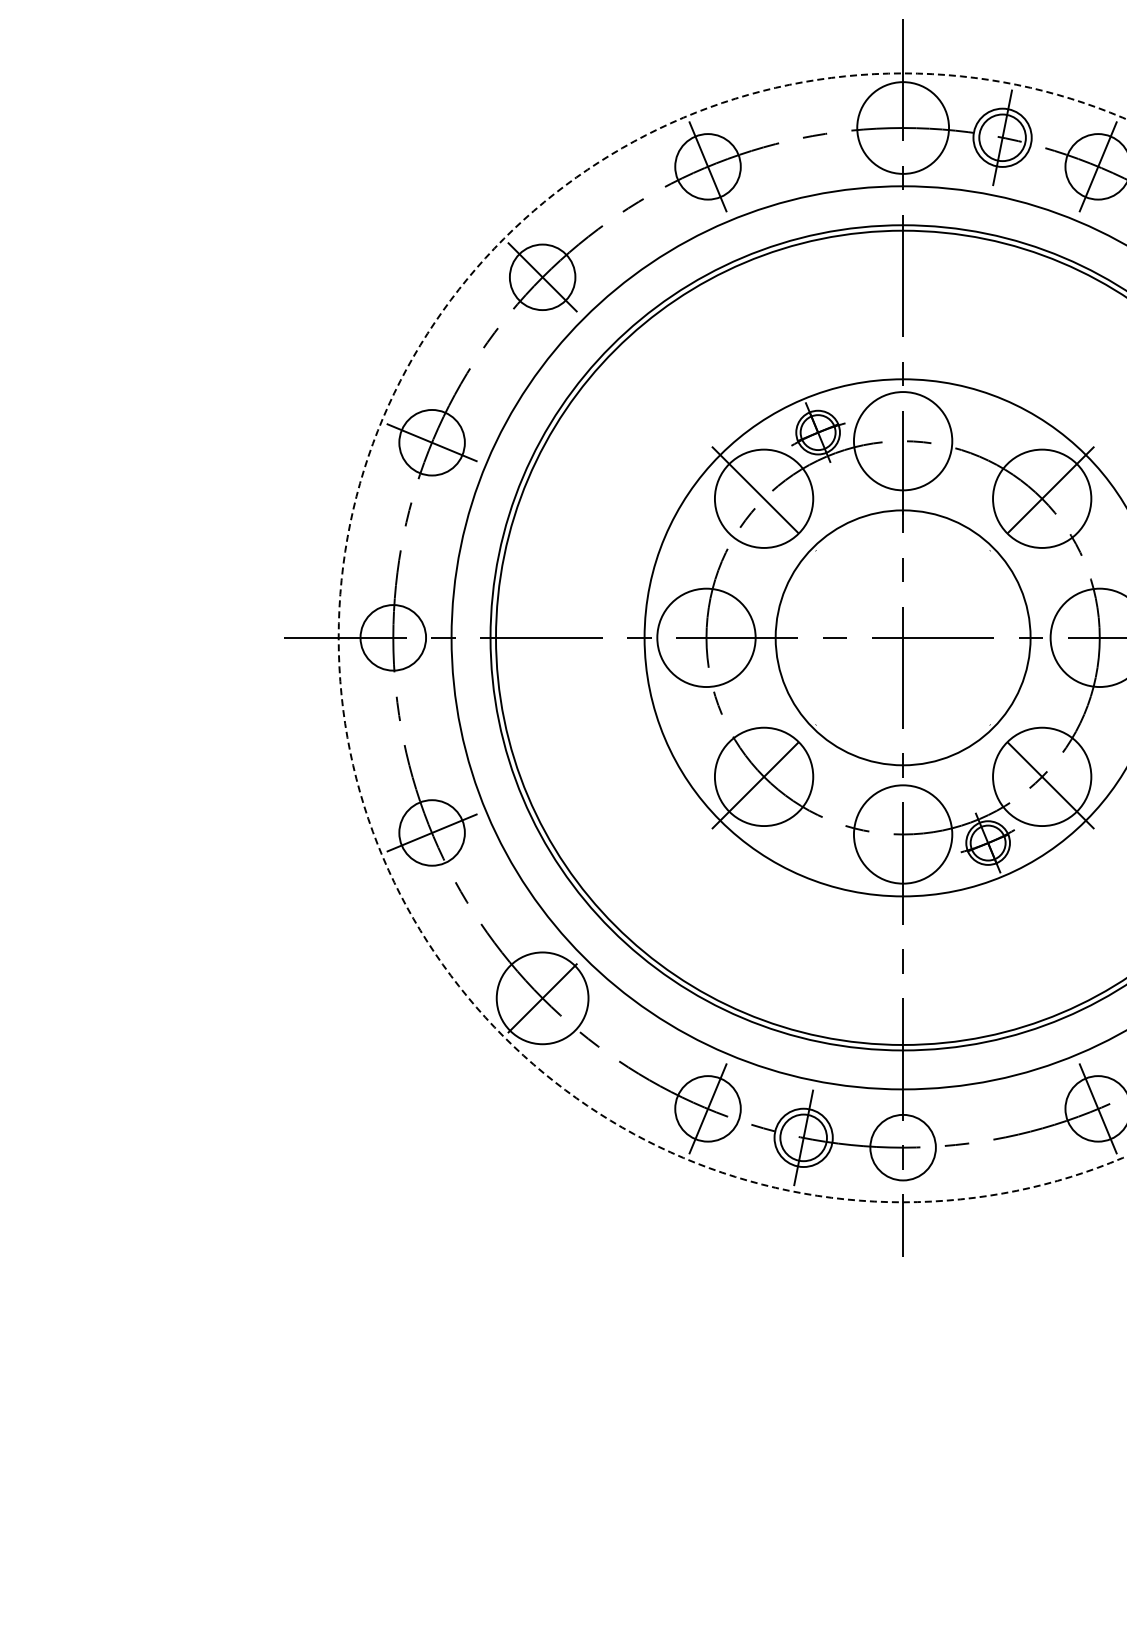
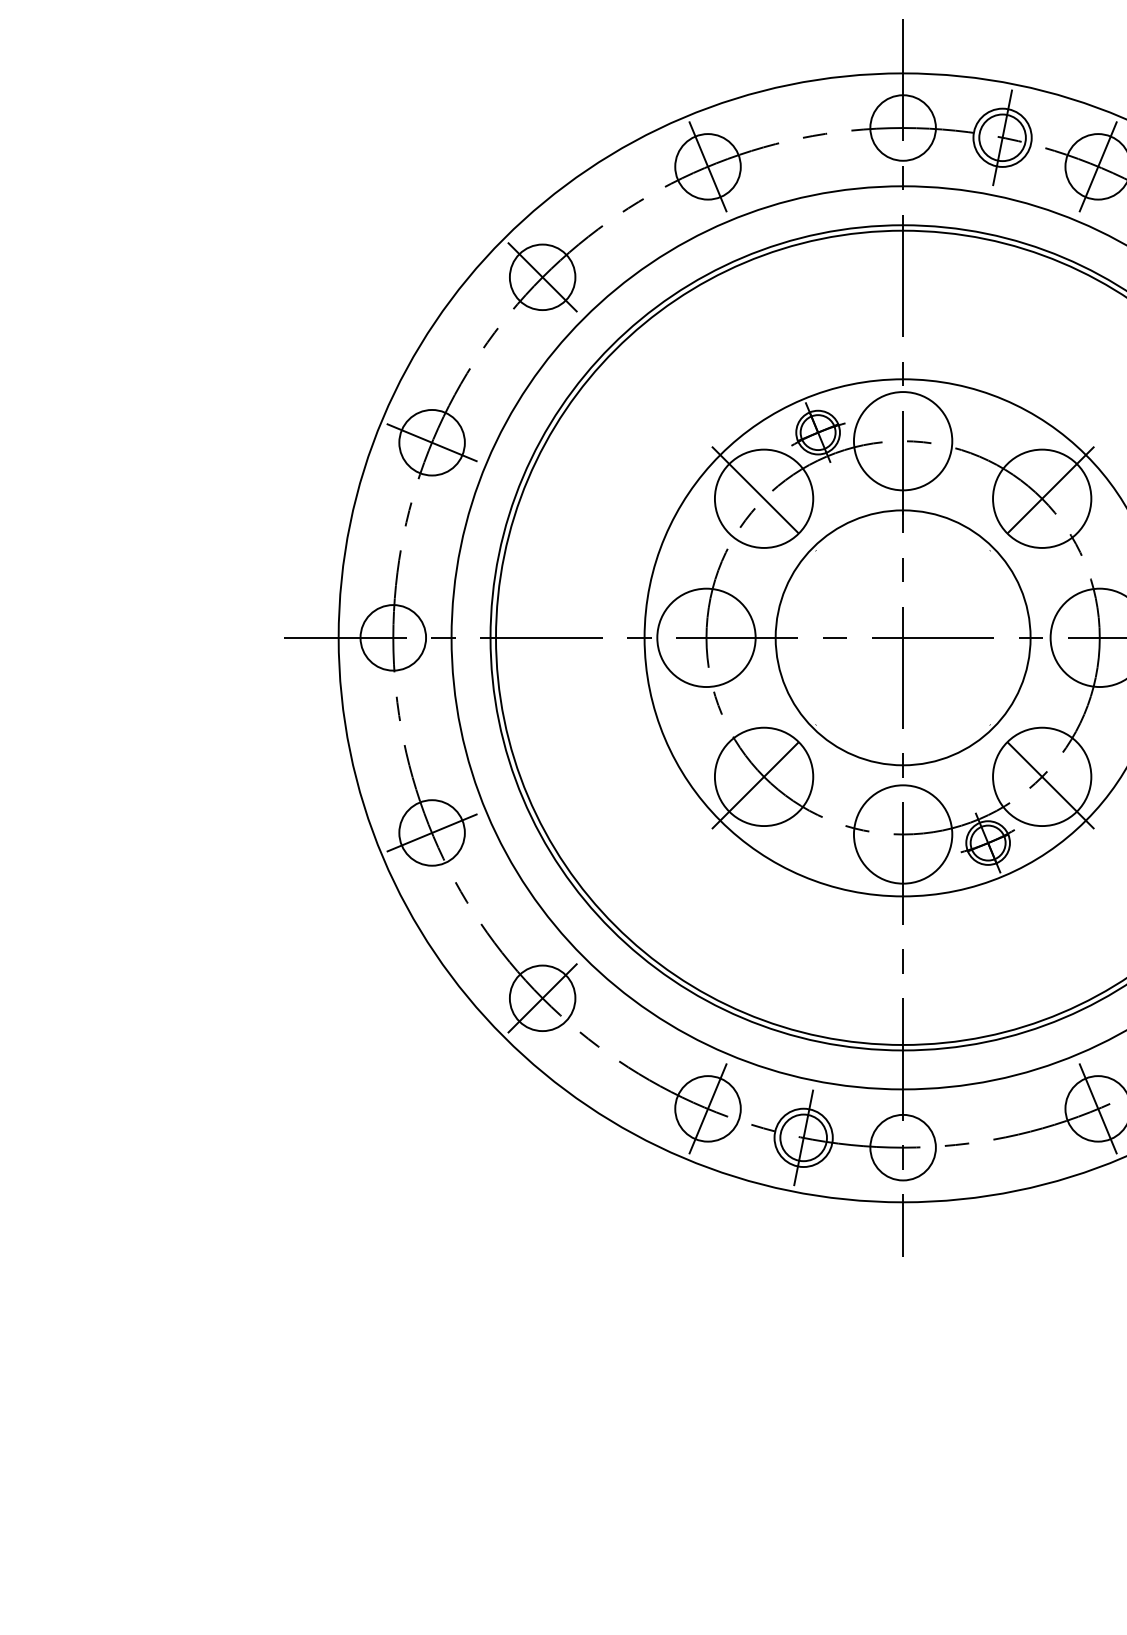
circle at (903, 127) diameter: 92 px -> 66 px
circle at (732, 637): dashed -> solid
circle at (542, 998) diameter: 92 px -> 66 px
